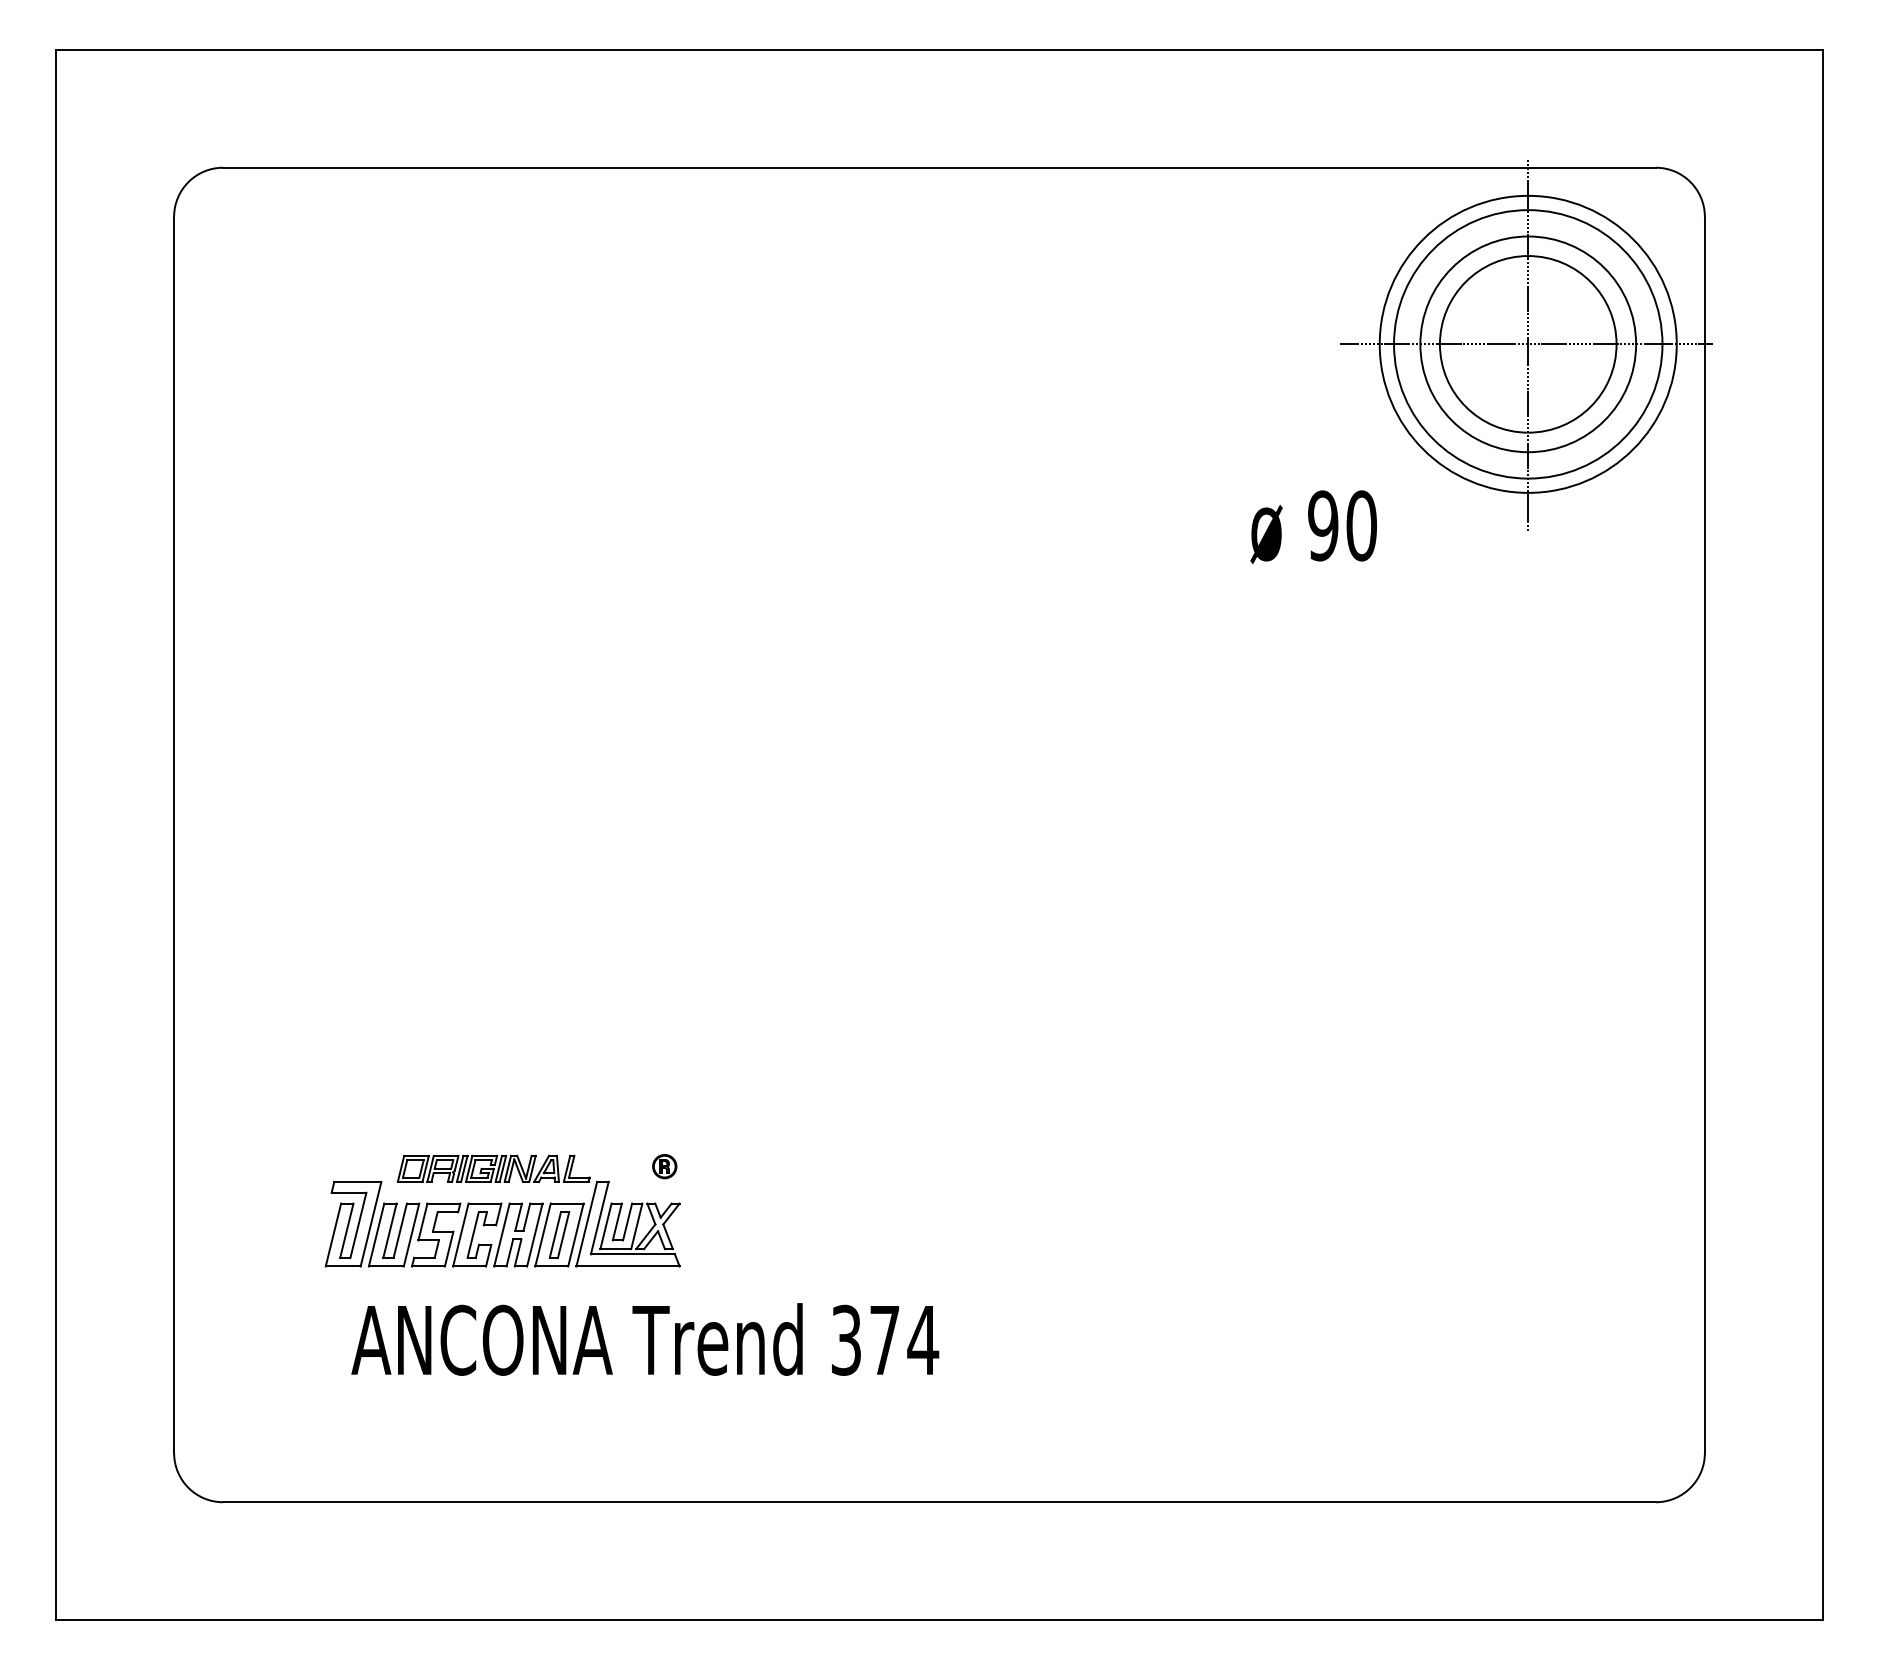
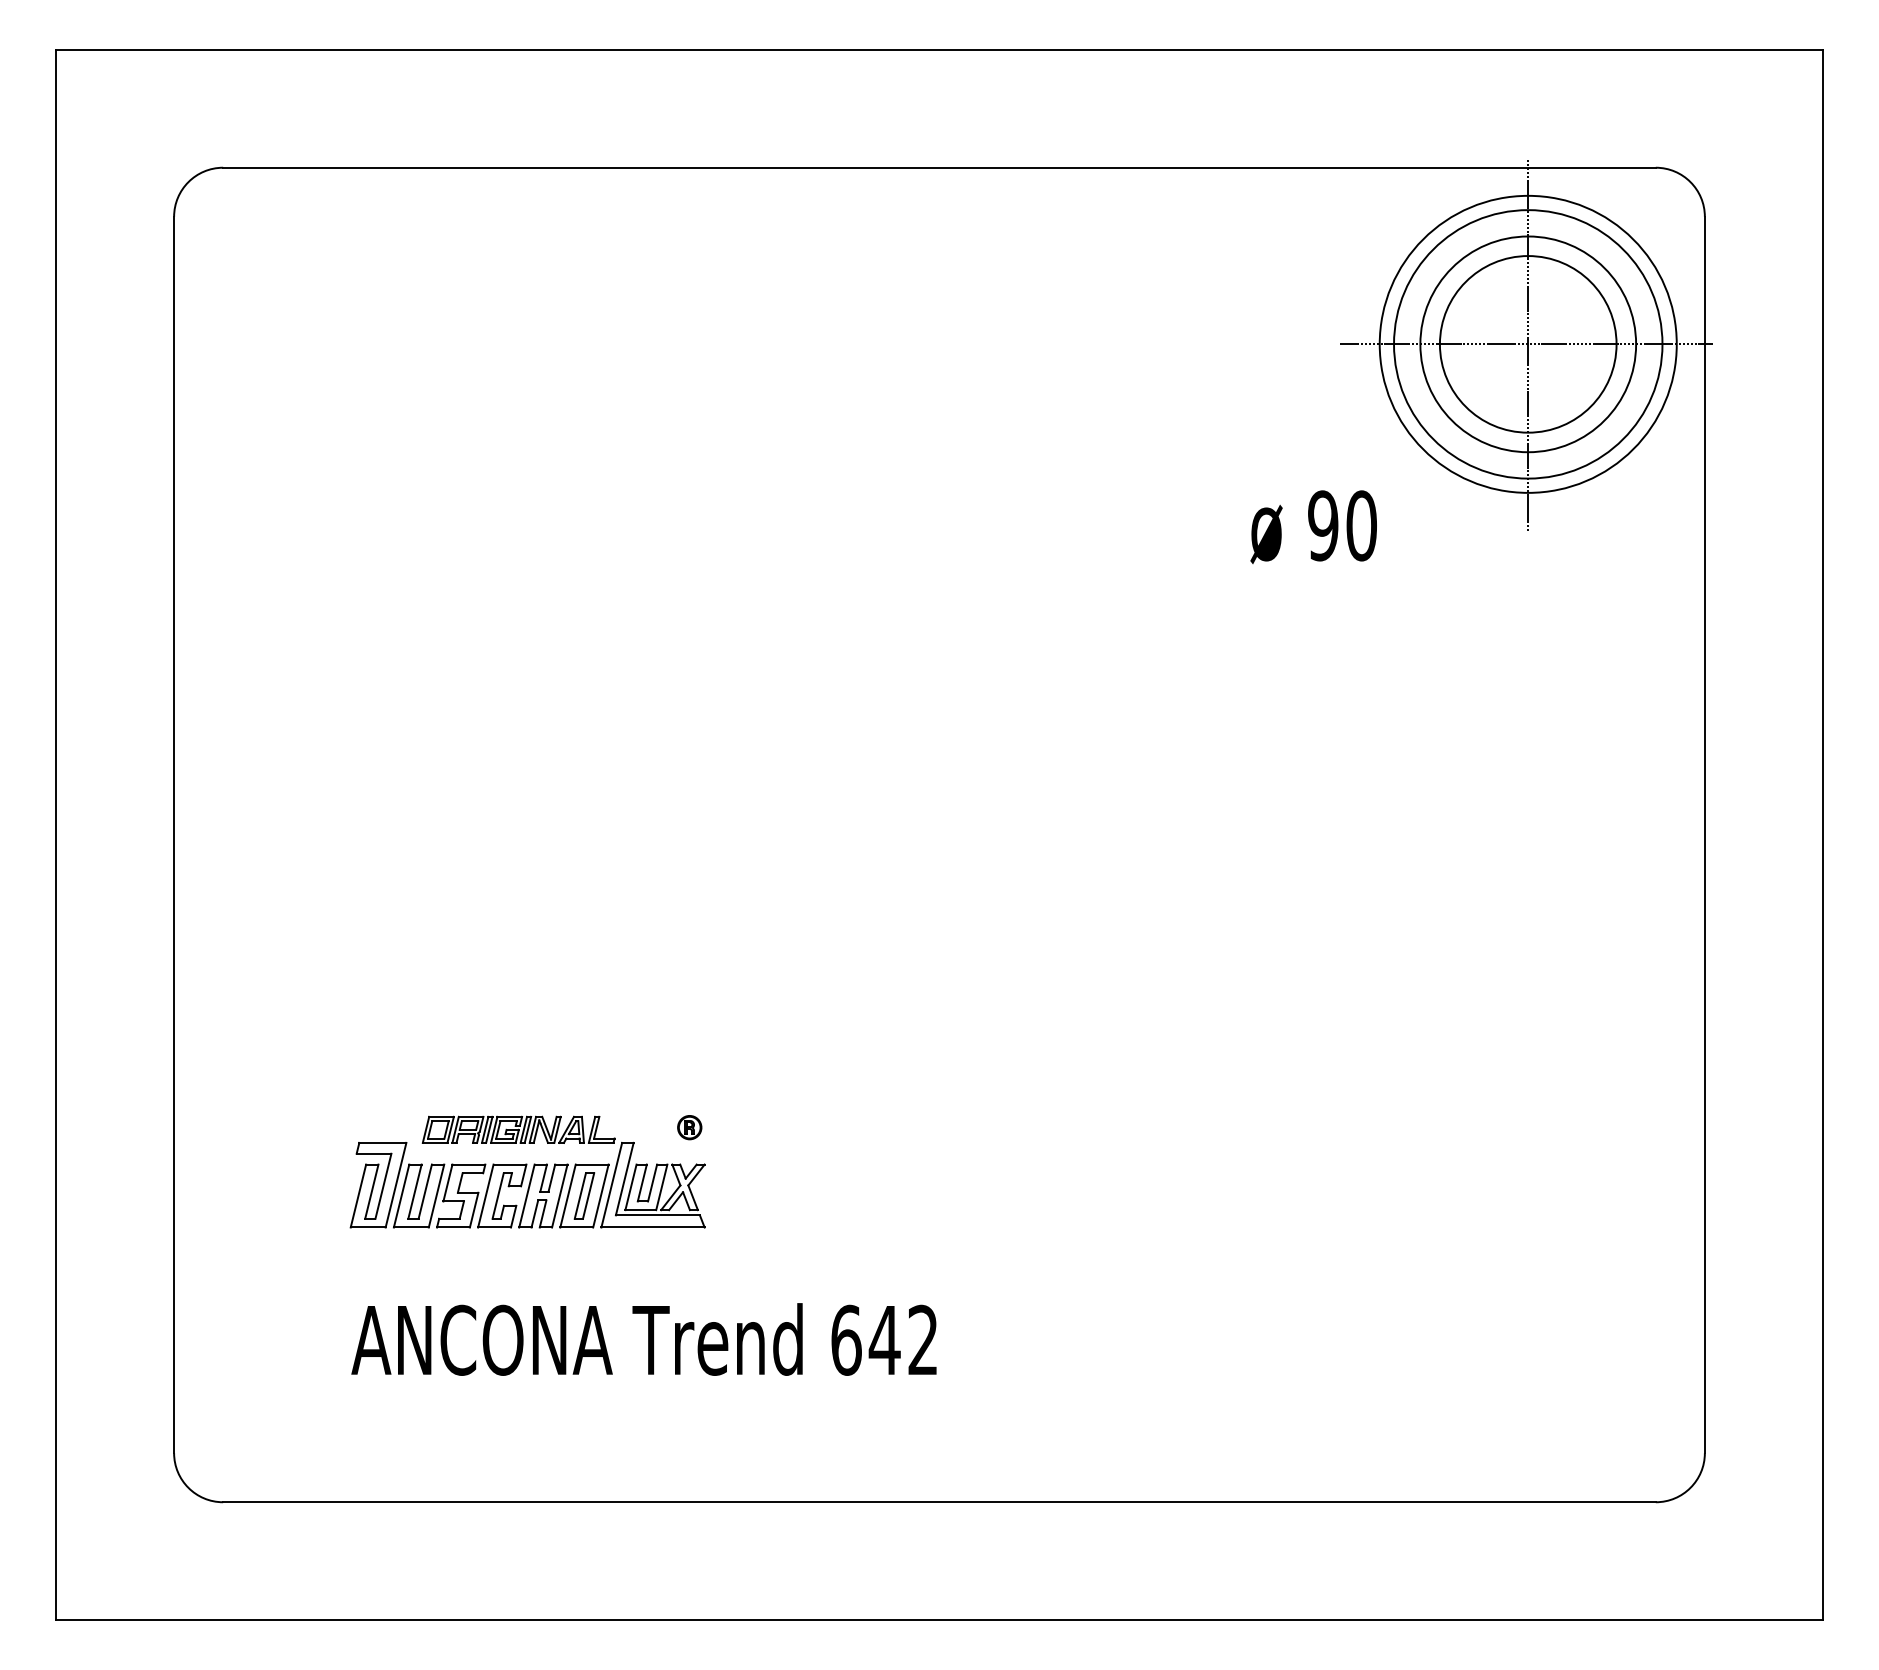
part at (502, 1210) position: (502, 1210) -> (527, 1171)
text at (885, 1339): 374 -> 642
